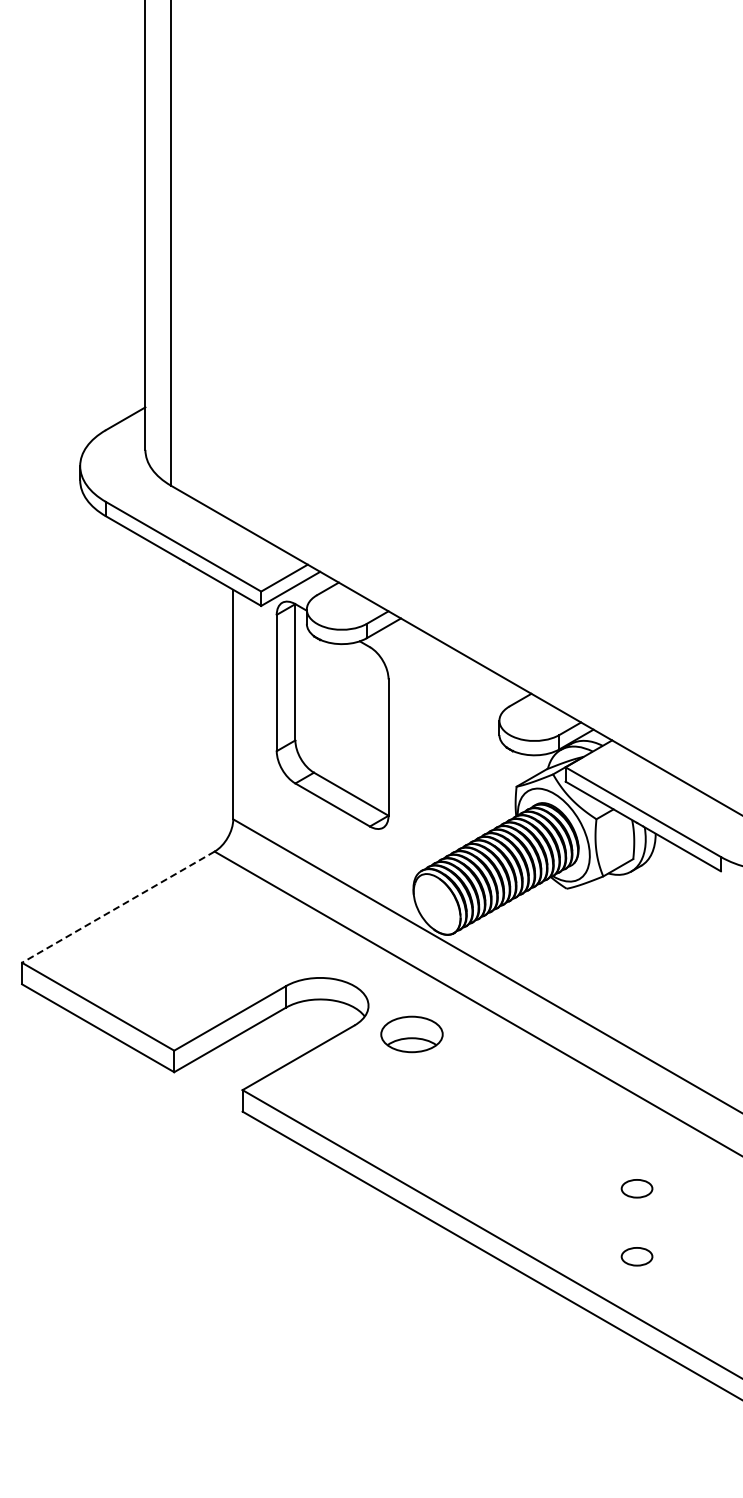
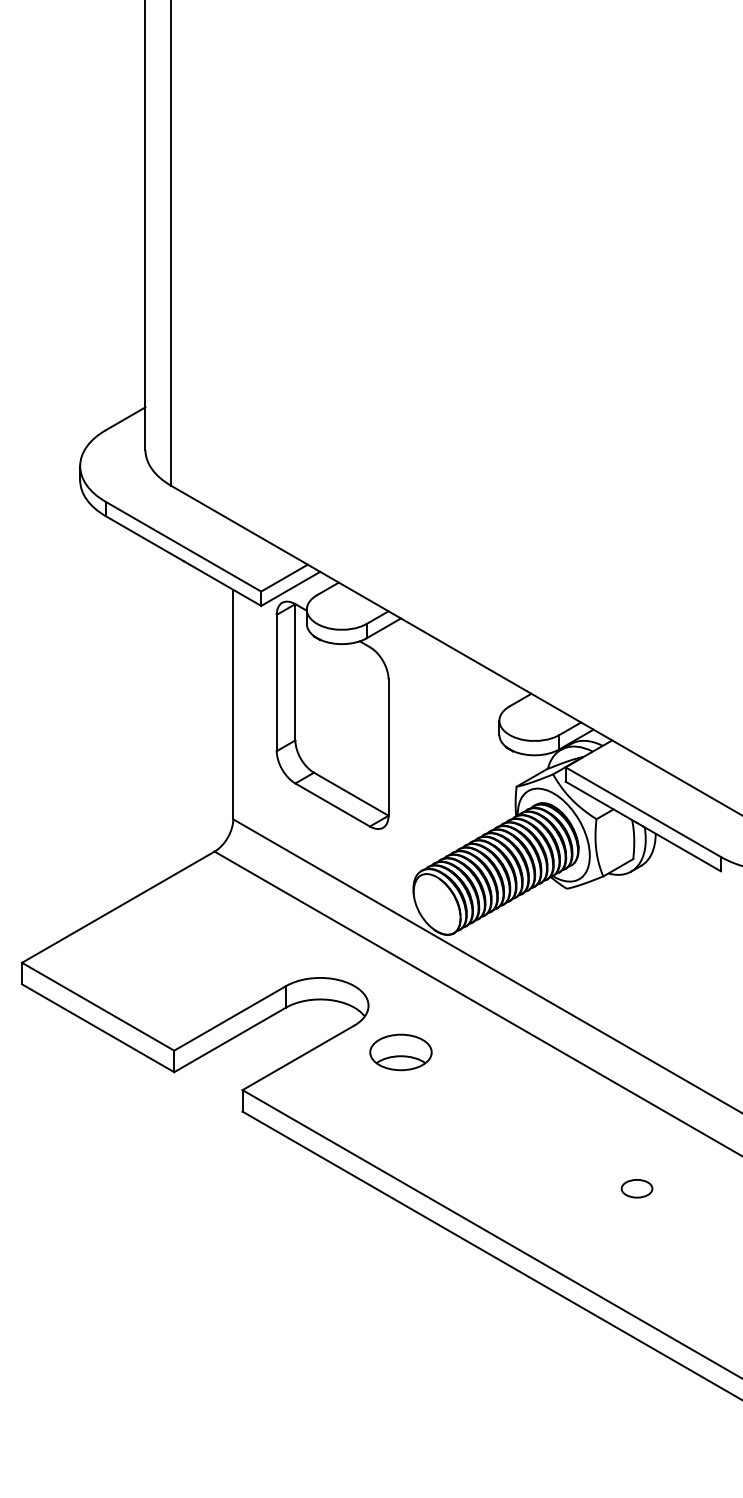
line at (117, 907): dashed -> solid
part at (411, 1034) position: (411, 1034) -> (400, 1052)
part at (636, 1256): present -> none
